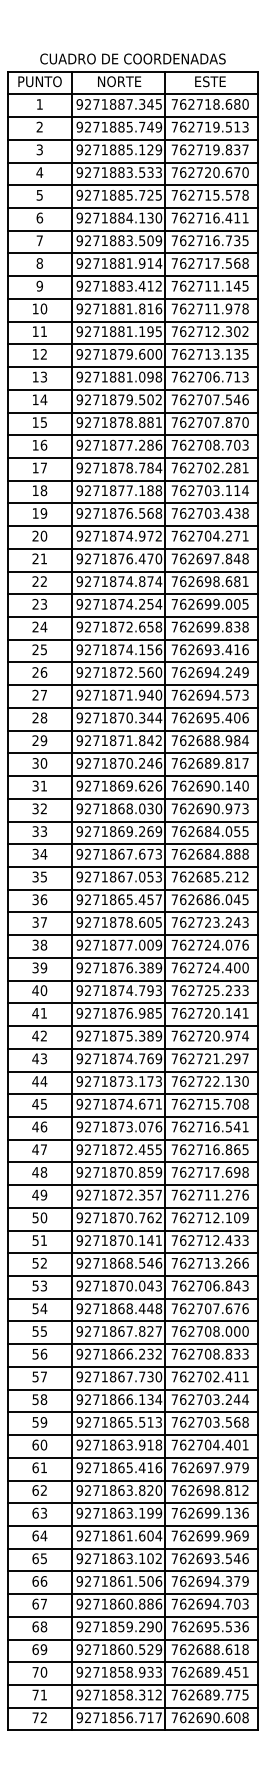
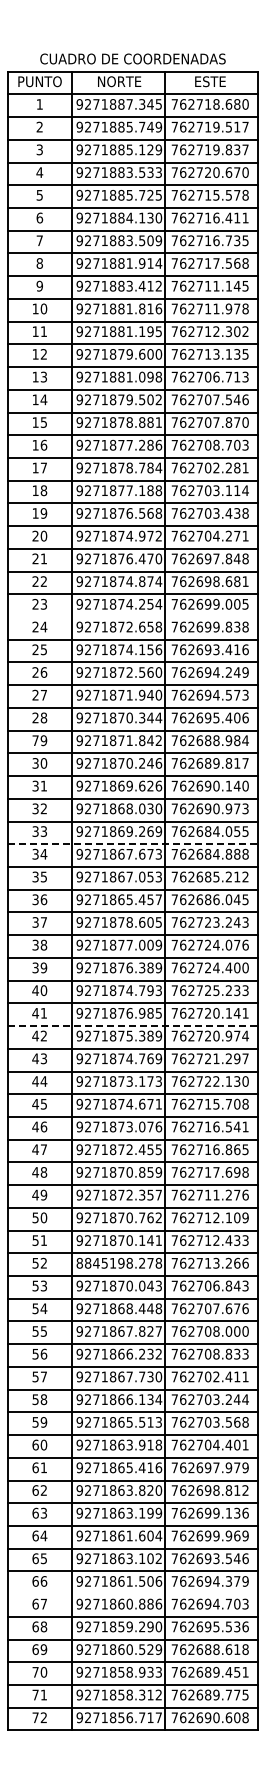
text at (245, 126): 762719.513 -> 762719.517
line at (132, 617): present -> none
text at (35, 740): 29 -> 79
line at (133, 844): solid -> dashed
line at (133, 1026): solid -> dashed
text at (119, 1262): 9271868.546 -> 8845198.278
line at (132, 1594): present -> none
